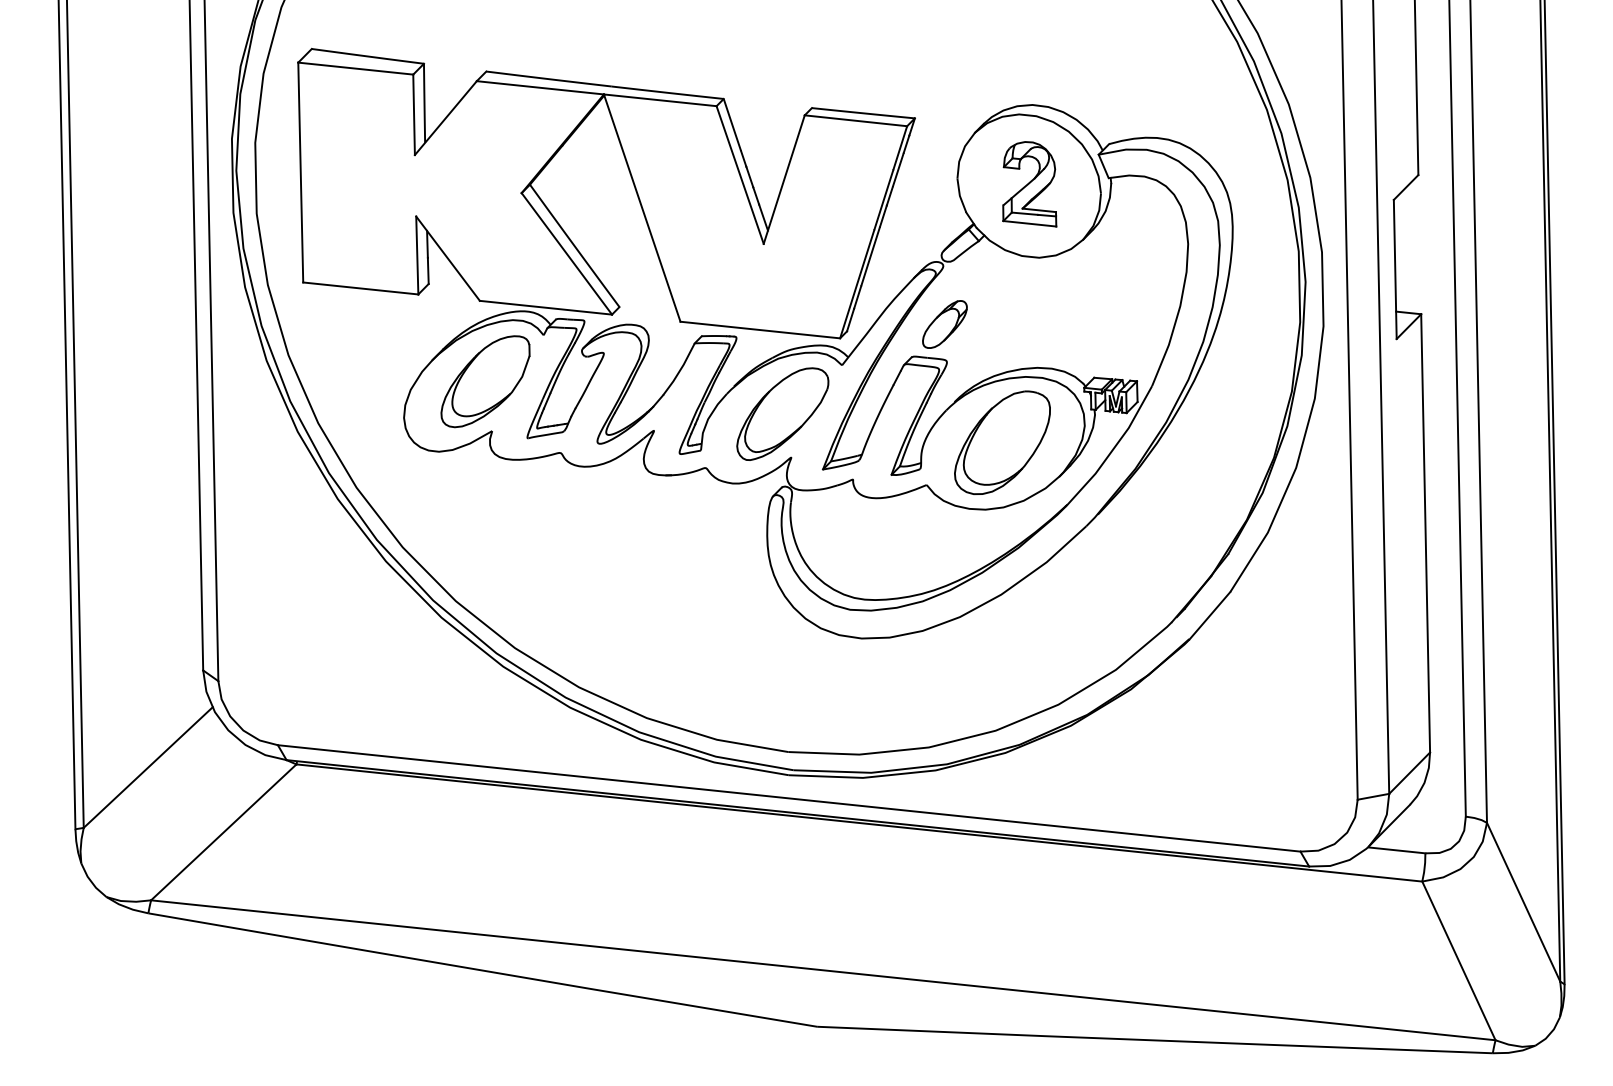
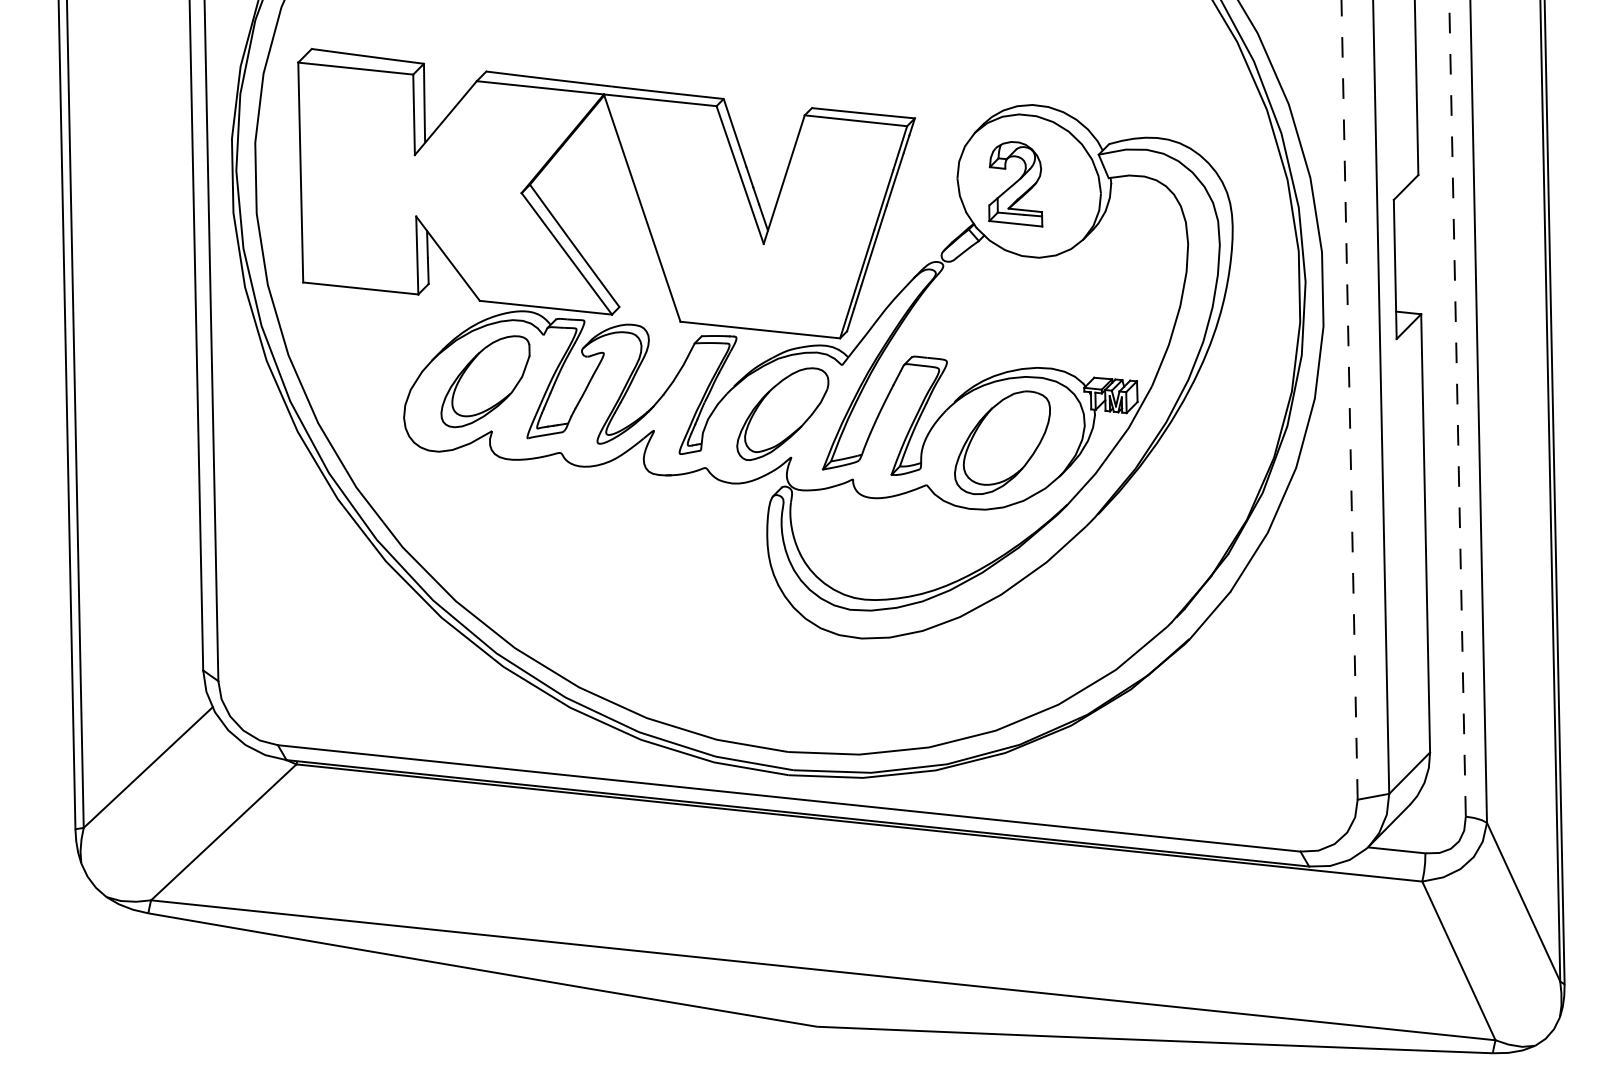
part at (1029, 184) position: (1029, 184) -> (1015, 184)
part at (944, 324): present -> none
line at (1349, 399): solid -> dashed
line at (1457, 407): solid -> dashed
